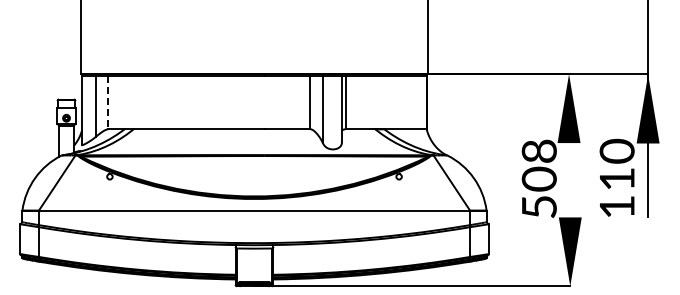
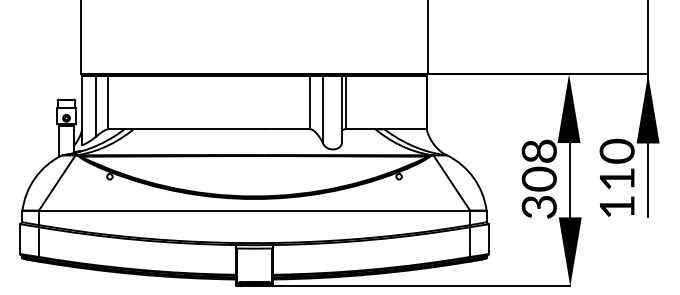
line at (108, 102): dashed -> solid
line at (570, 180): none -> present
text at (538, 206): 508 -> 308
